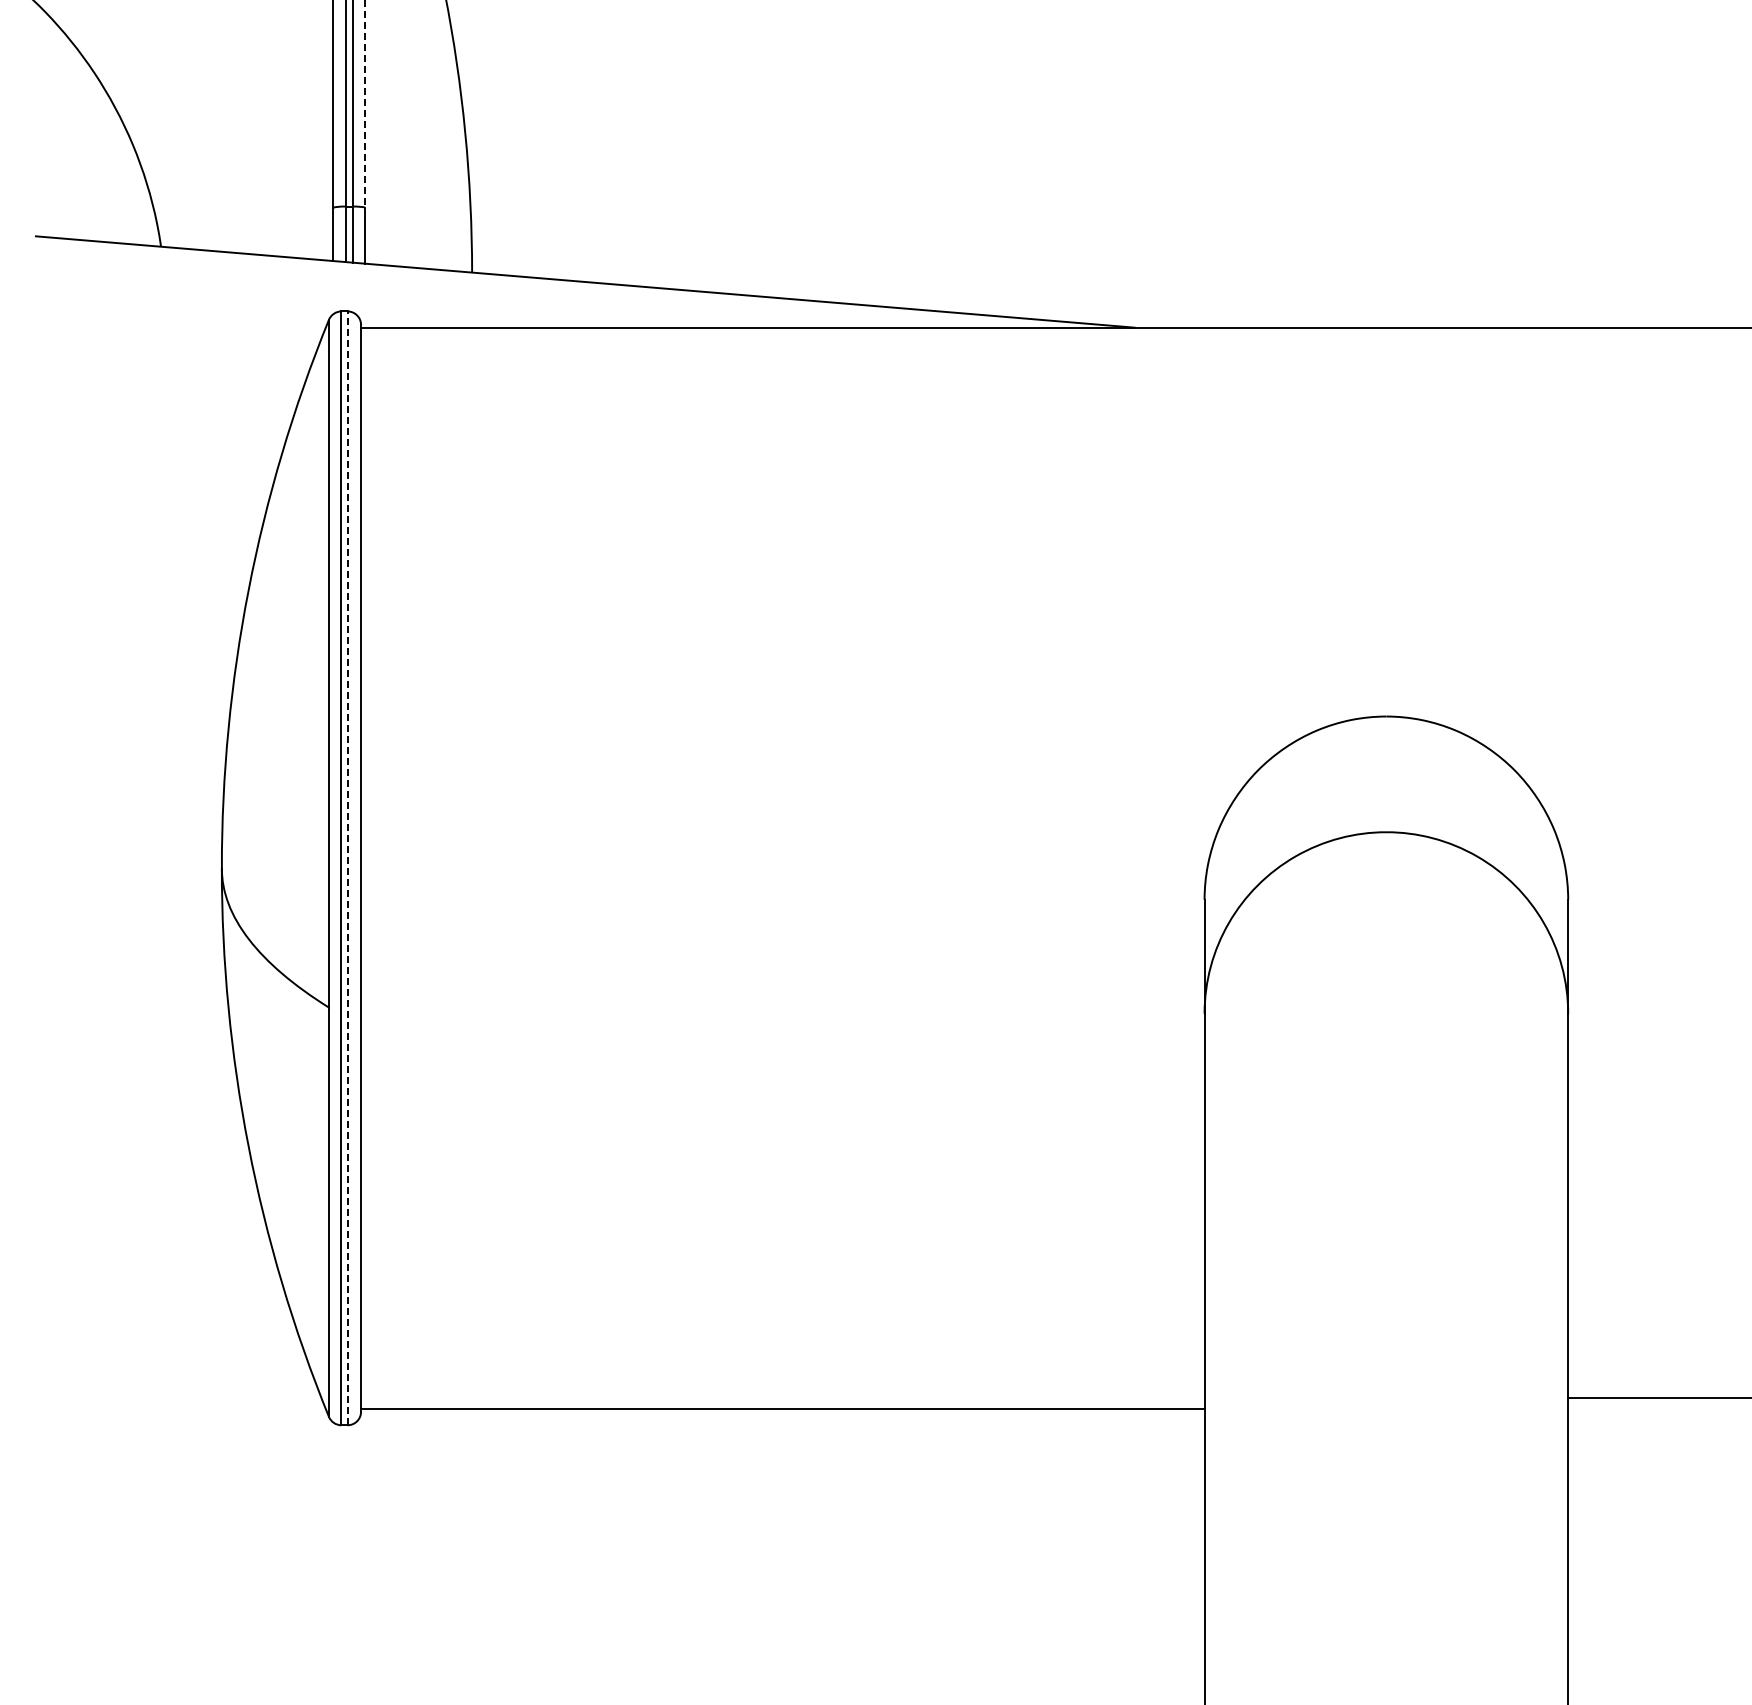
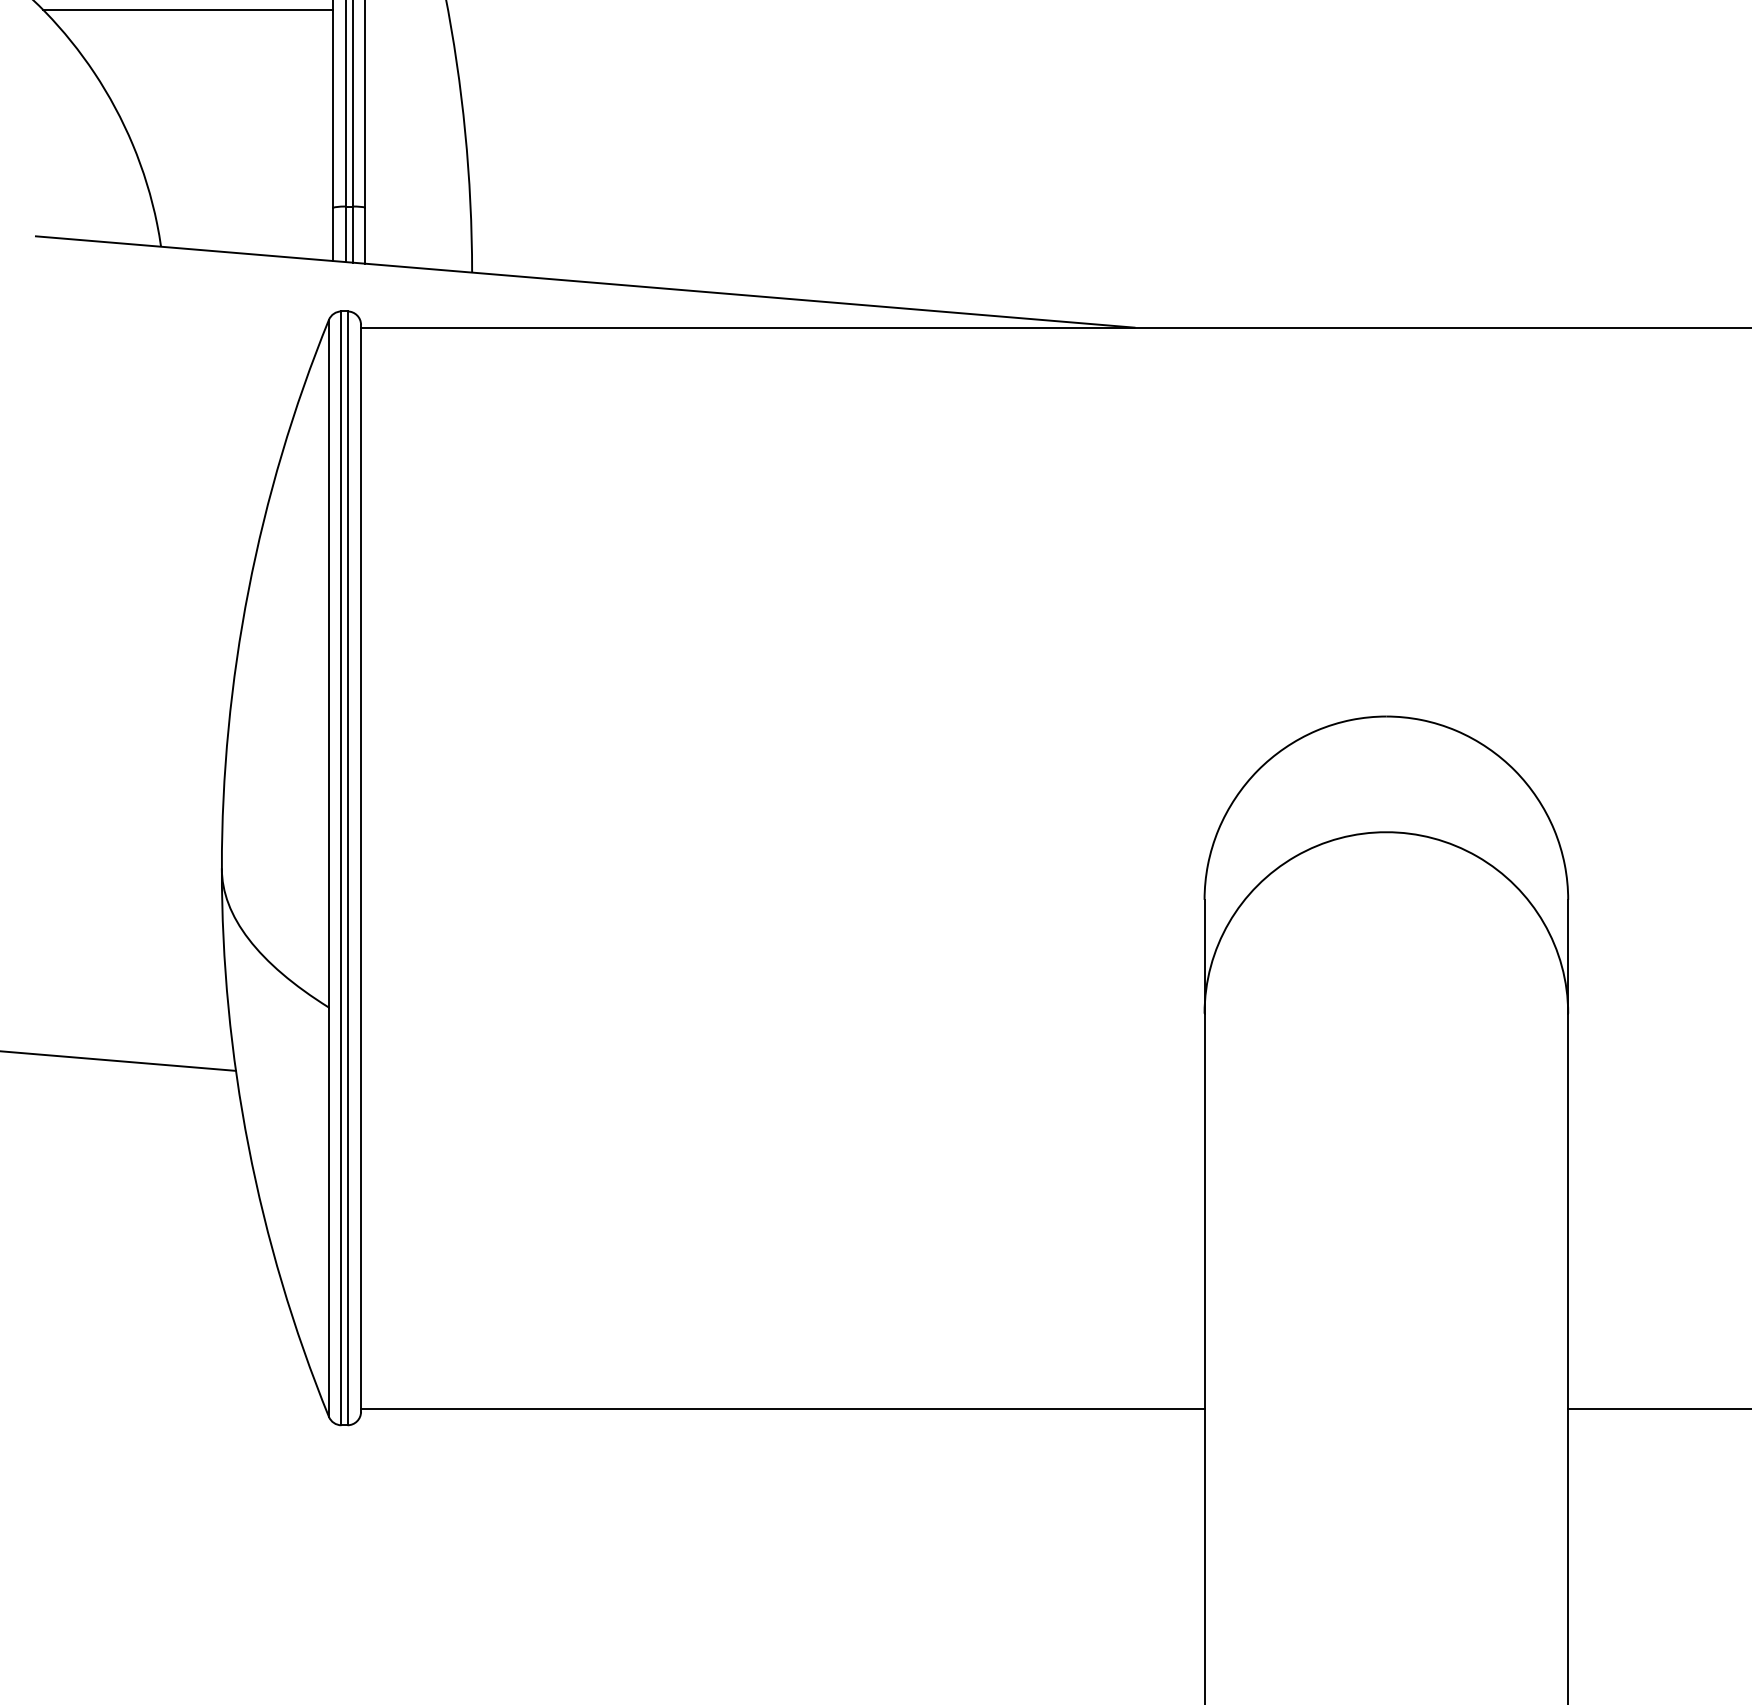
line at (187, 9): none -> present
line at (365, 104): dashed -> solid
line at (347, 868): dashed -> solid
line at (118, 1060): none -> present
line at (1658, 1398) position: (1658, 1398) -> (1658, 1409)
